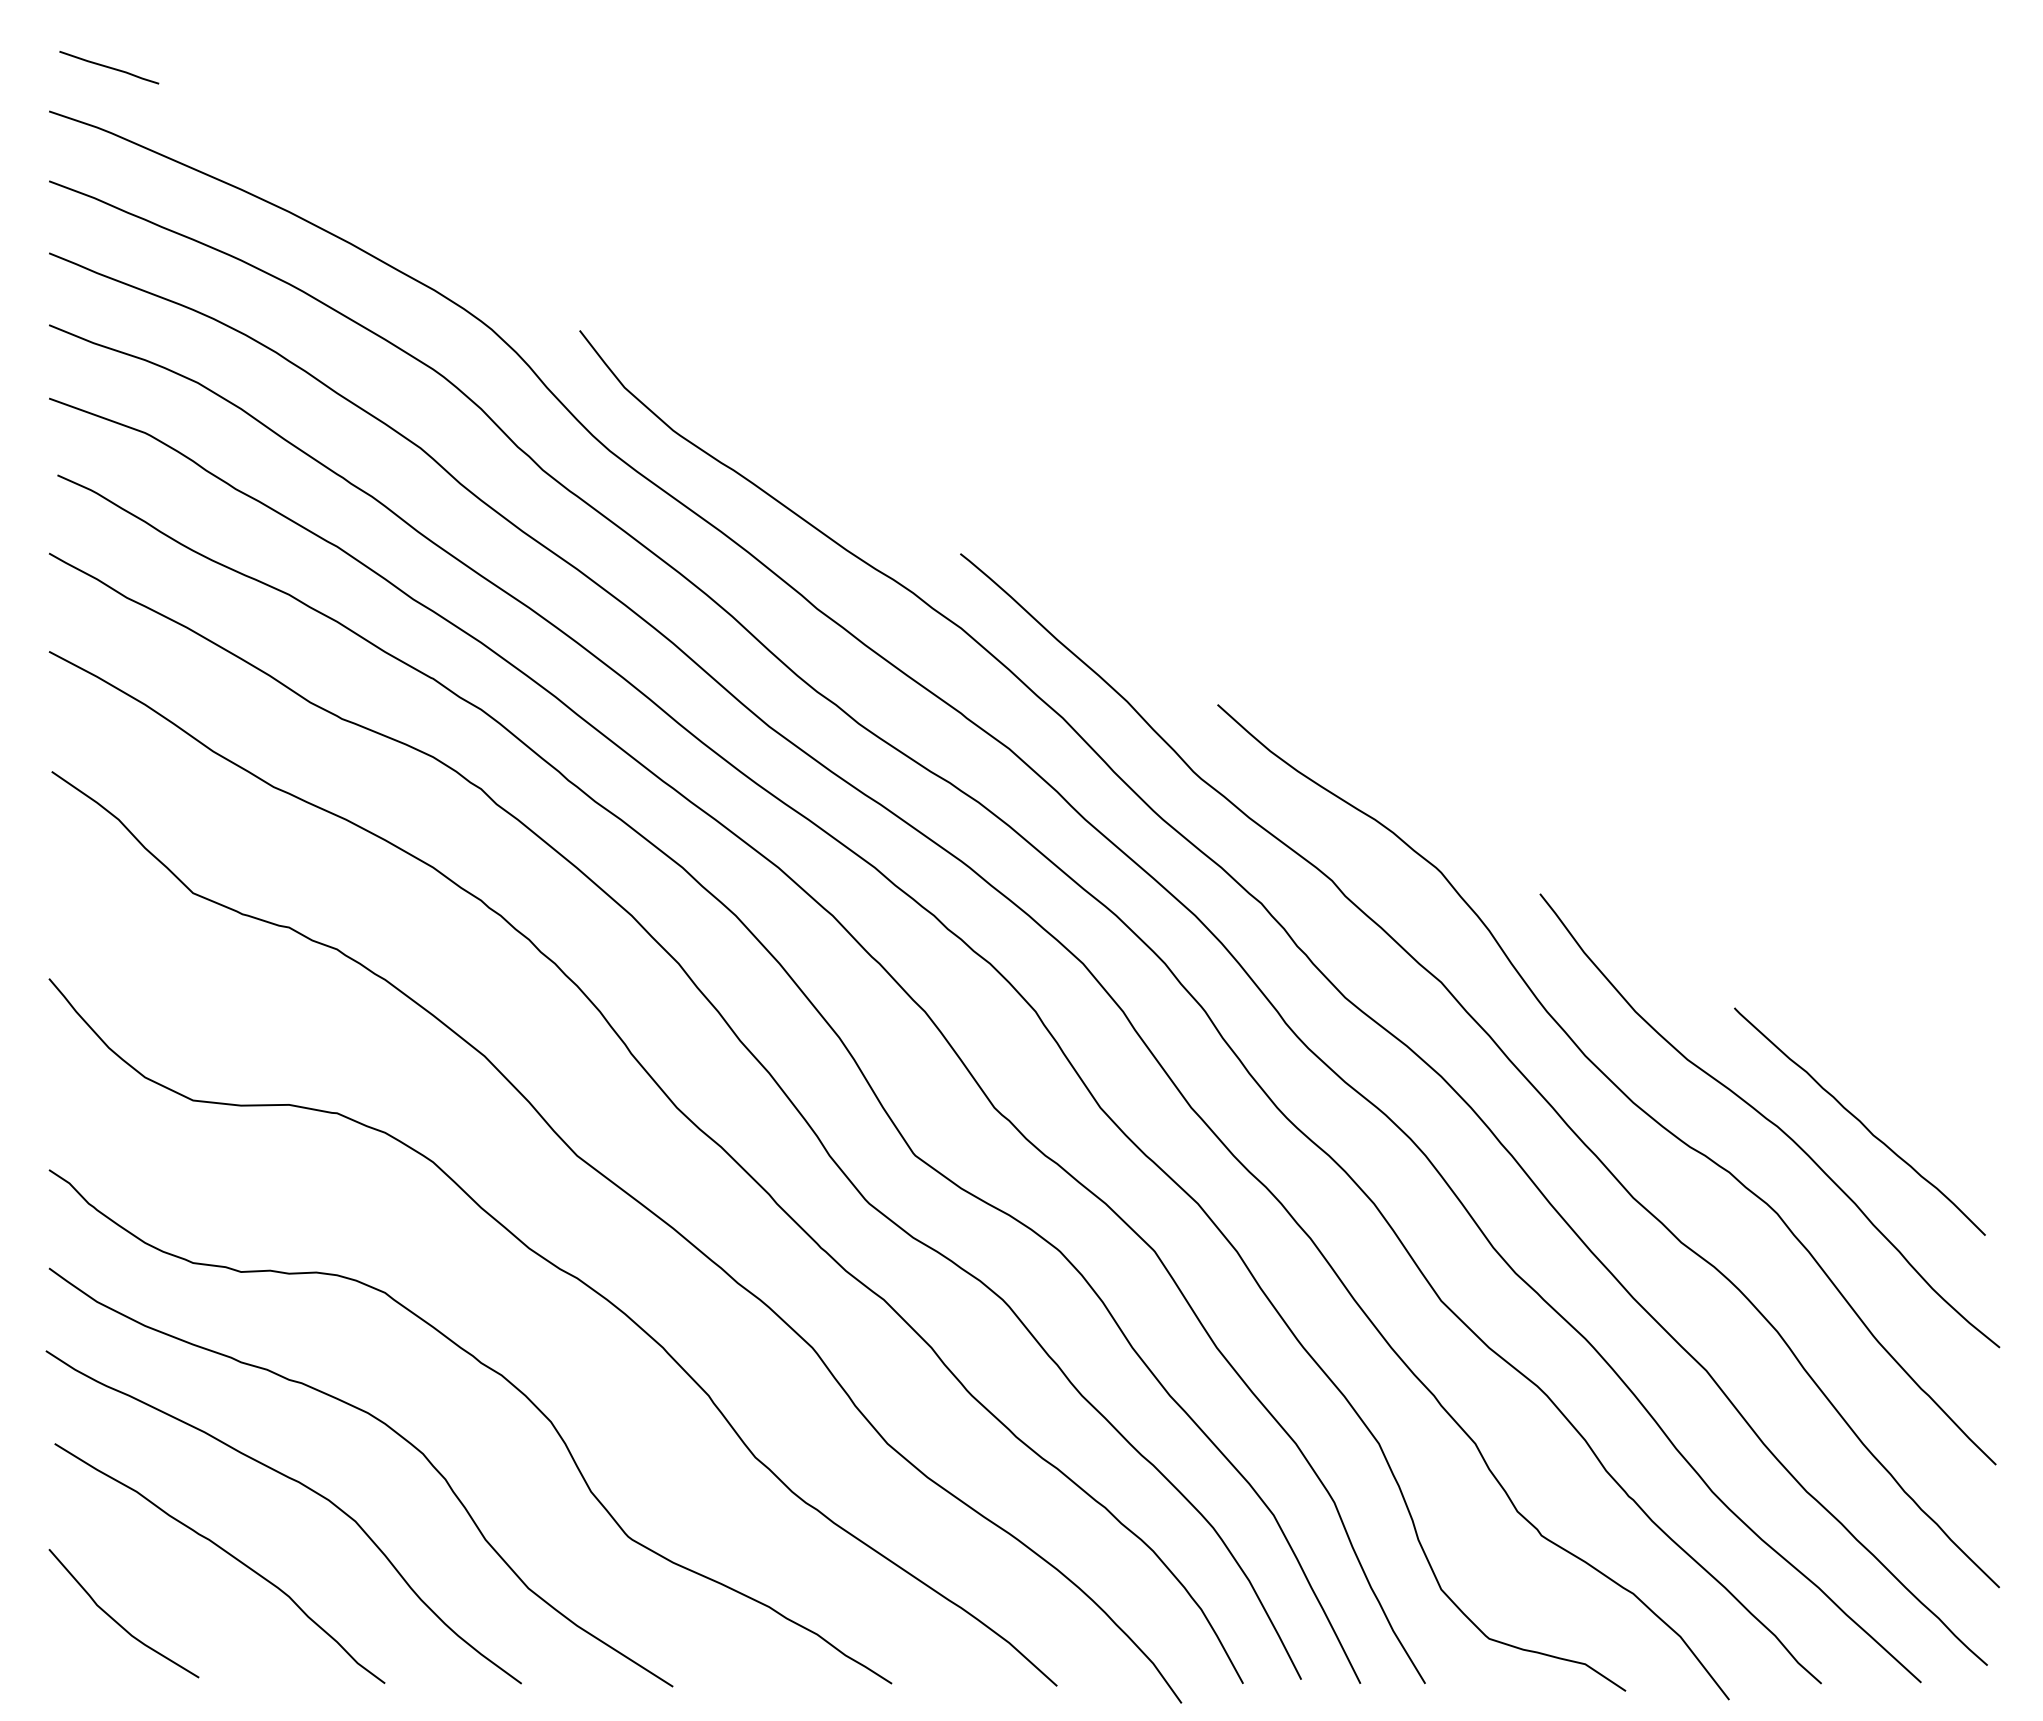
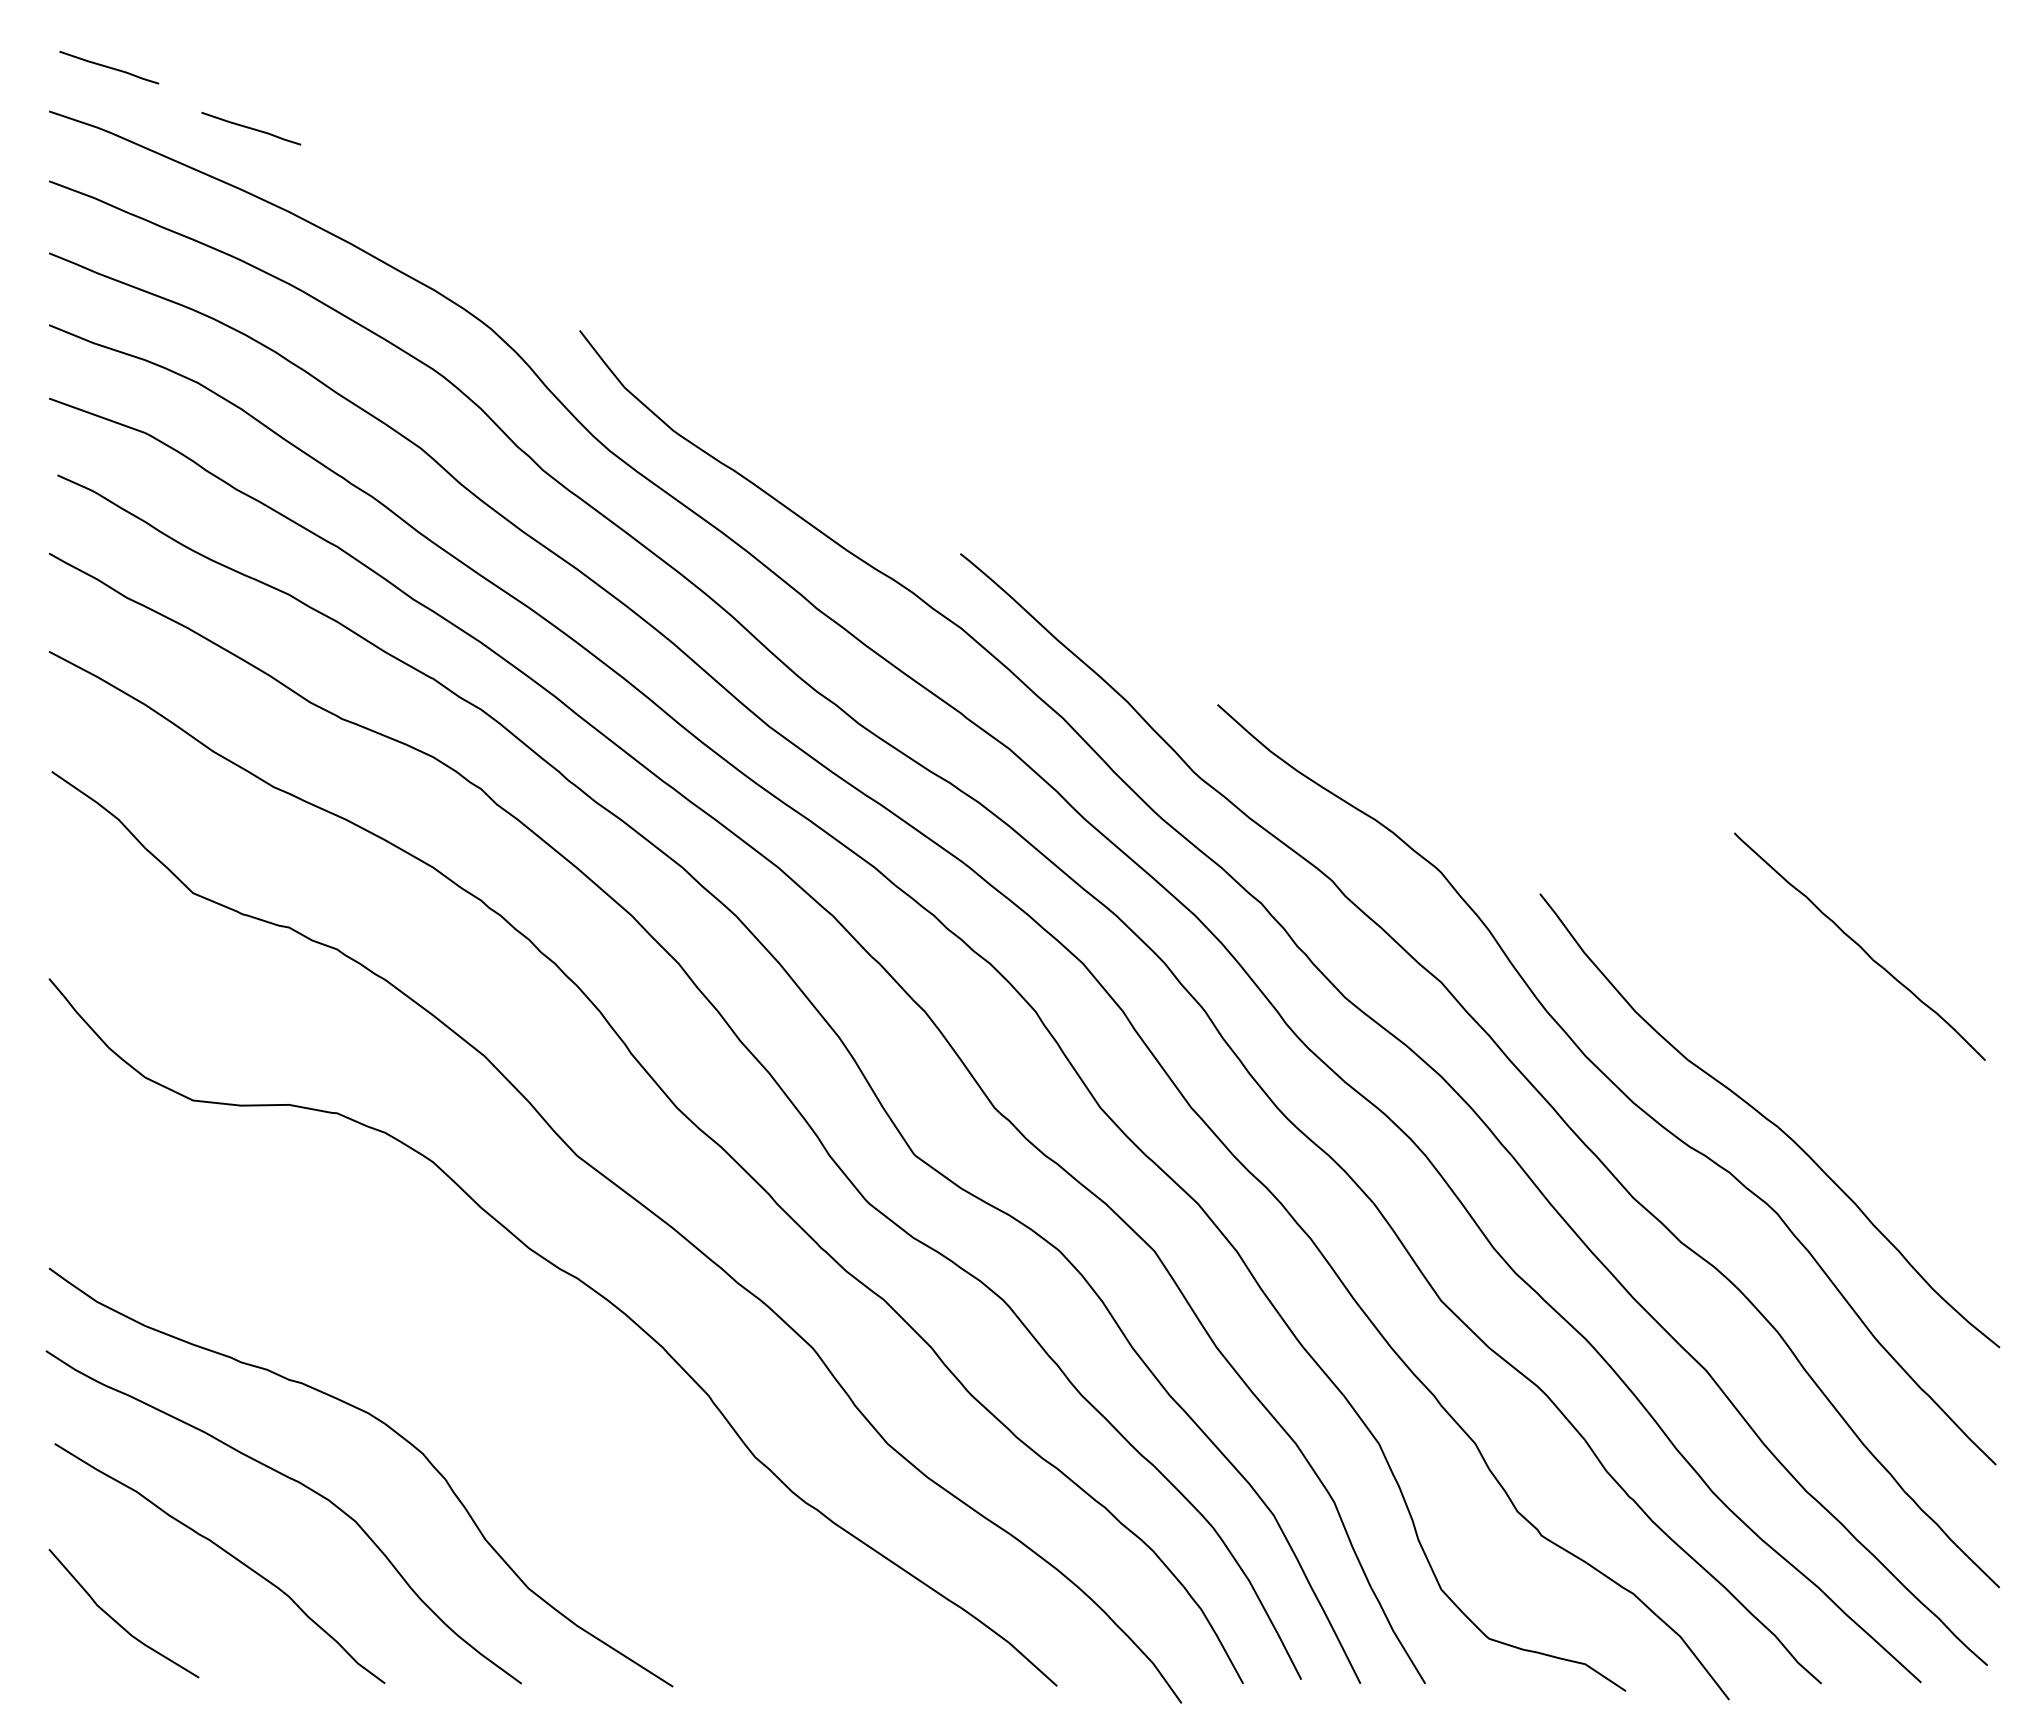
line at (251, 128): none -> present
curve at (1859, 1121) position: (1859, 1121) -> (1859, 946)
curve at (510, 1384): present -> none
